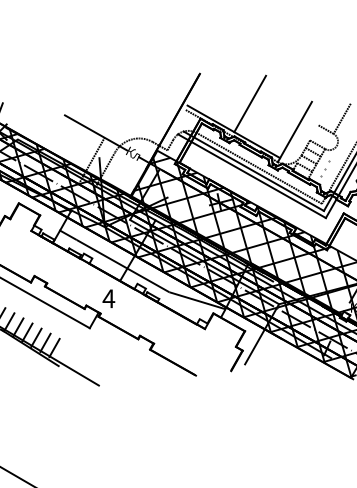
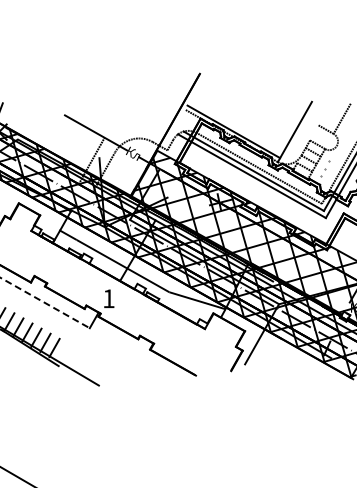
line at (250, 103): present -> none
text at (108, 298): 4 -> 1
line at (45, 303): solid -> dashed
